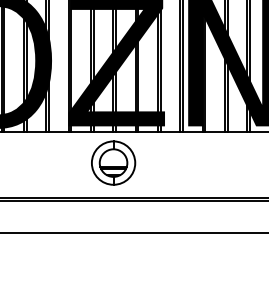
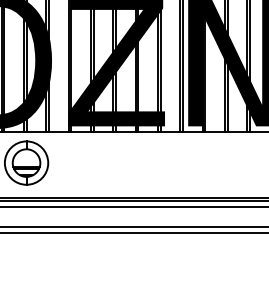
part at (113, 162) position: (113, 162) -> (26, 162)
line at (133, 206): none -> present
line at (133, 227): none -> present
